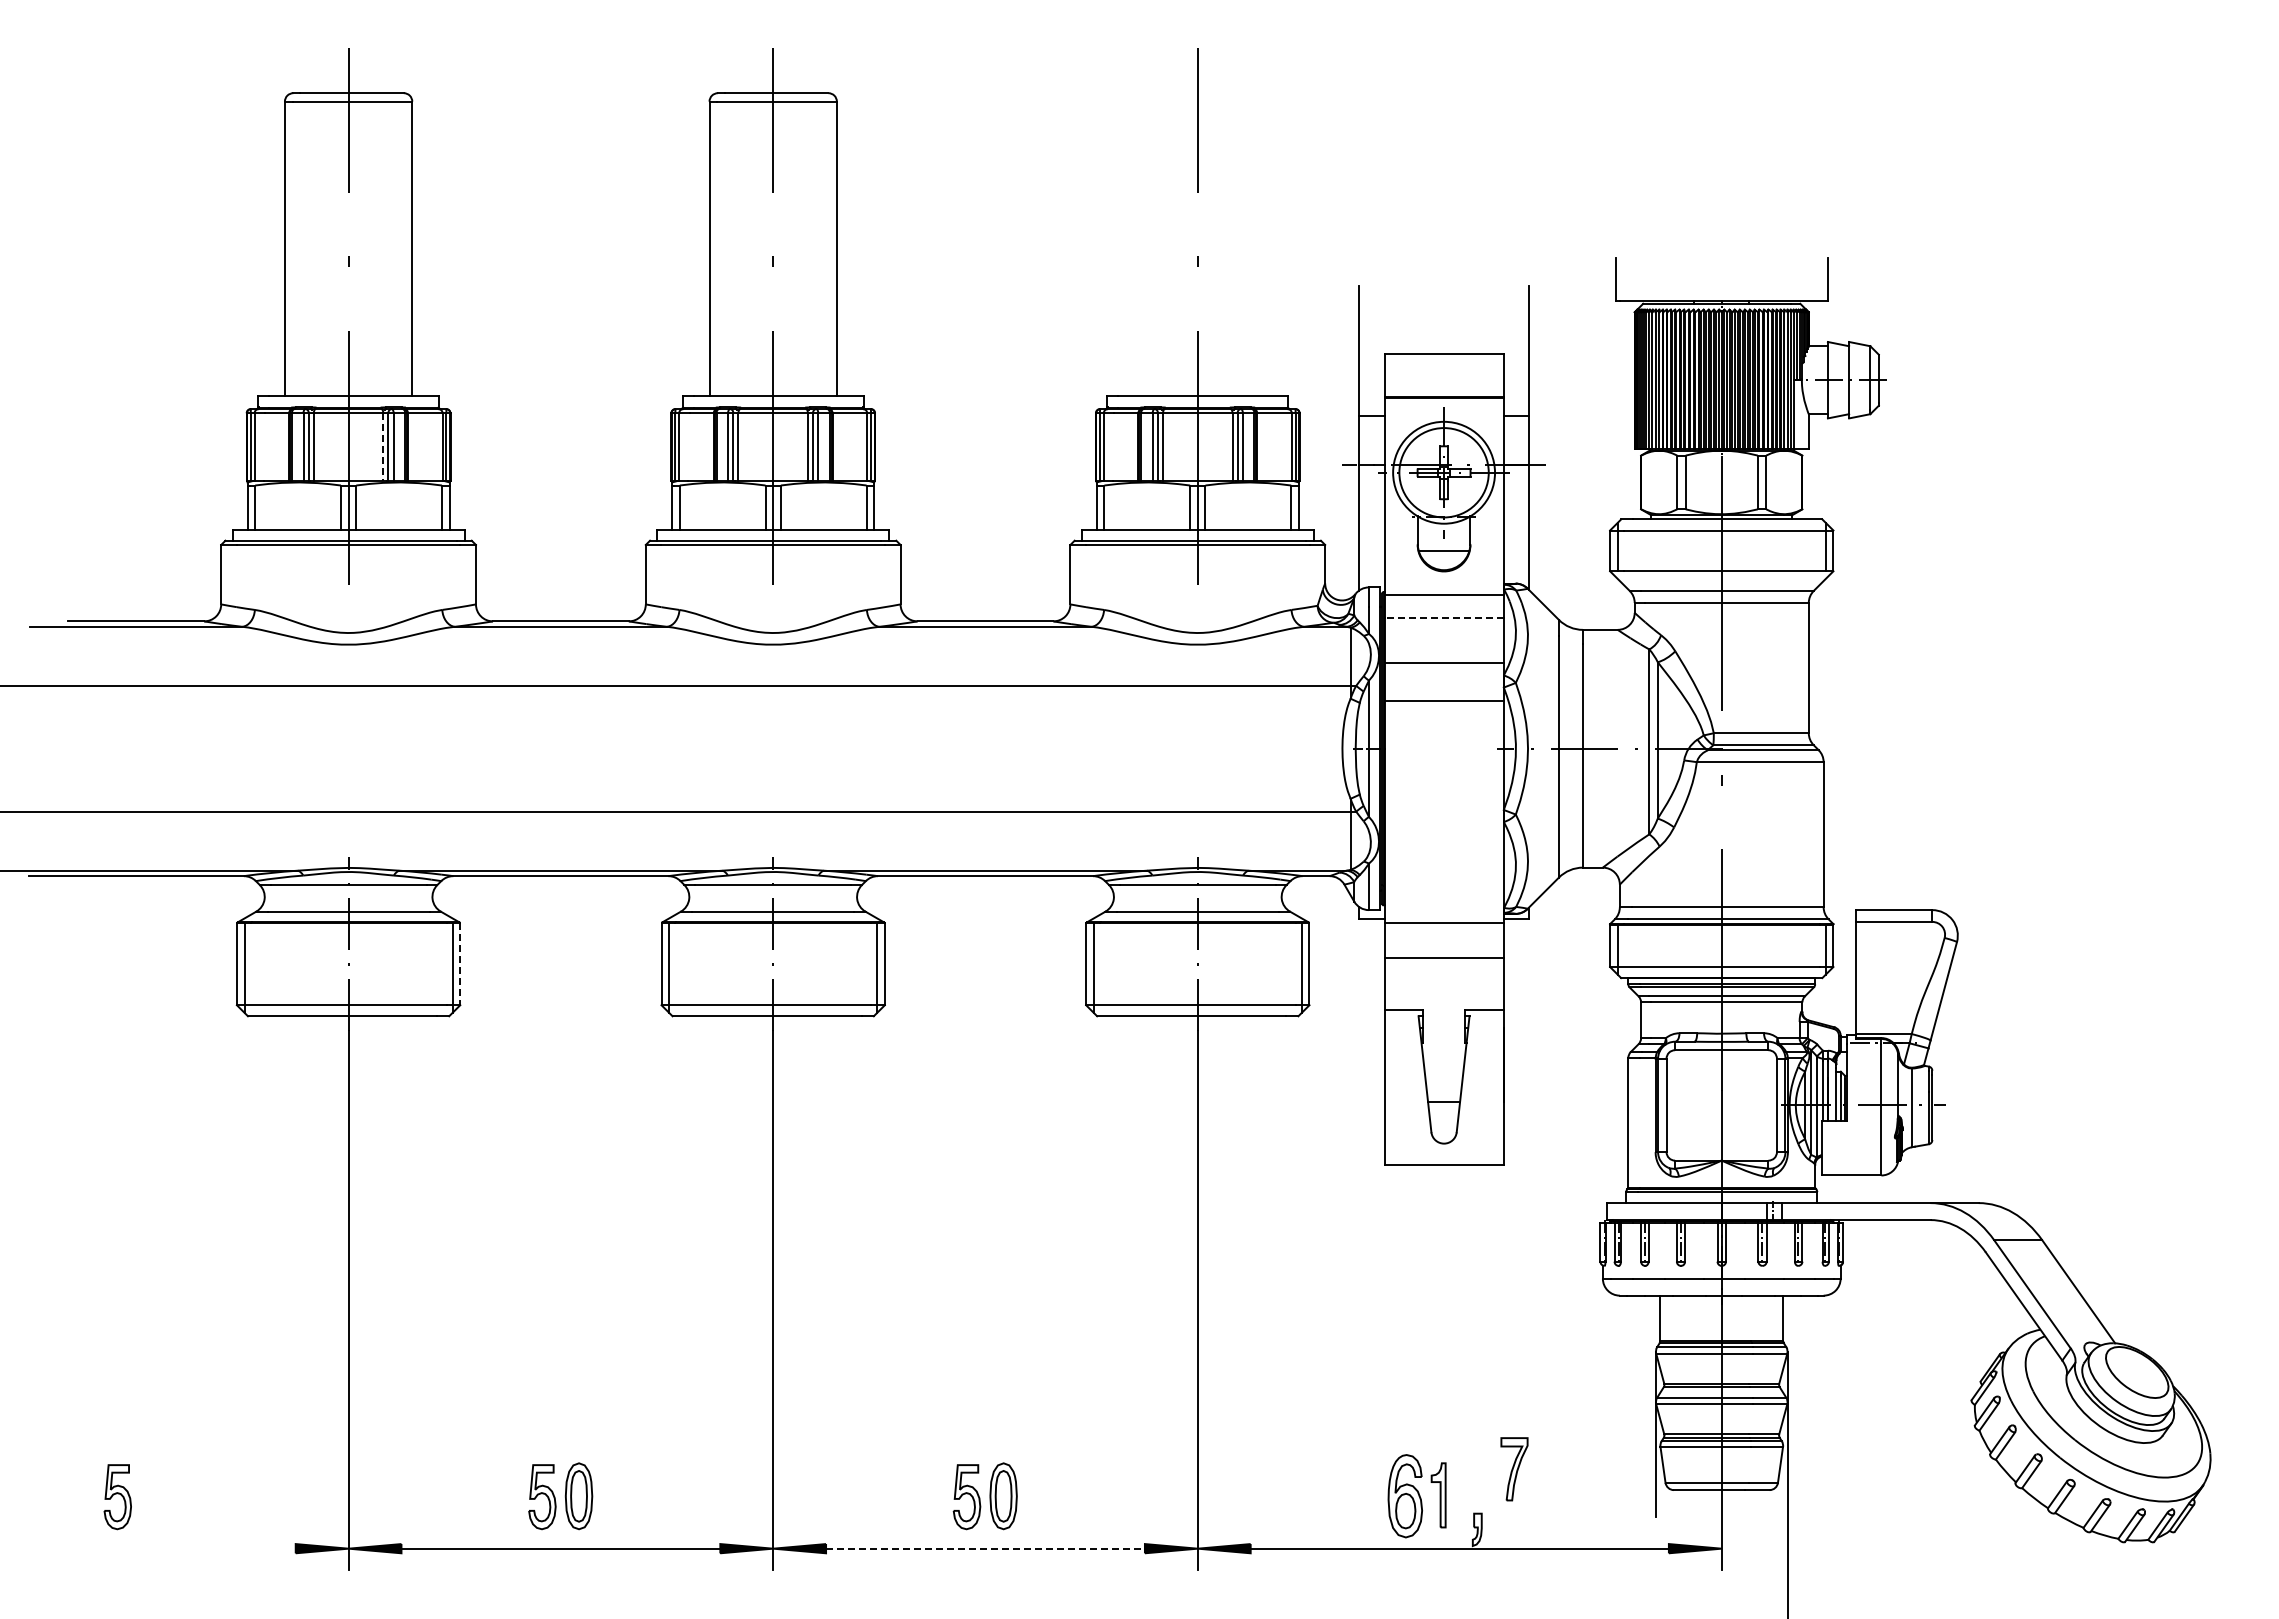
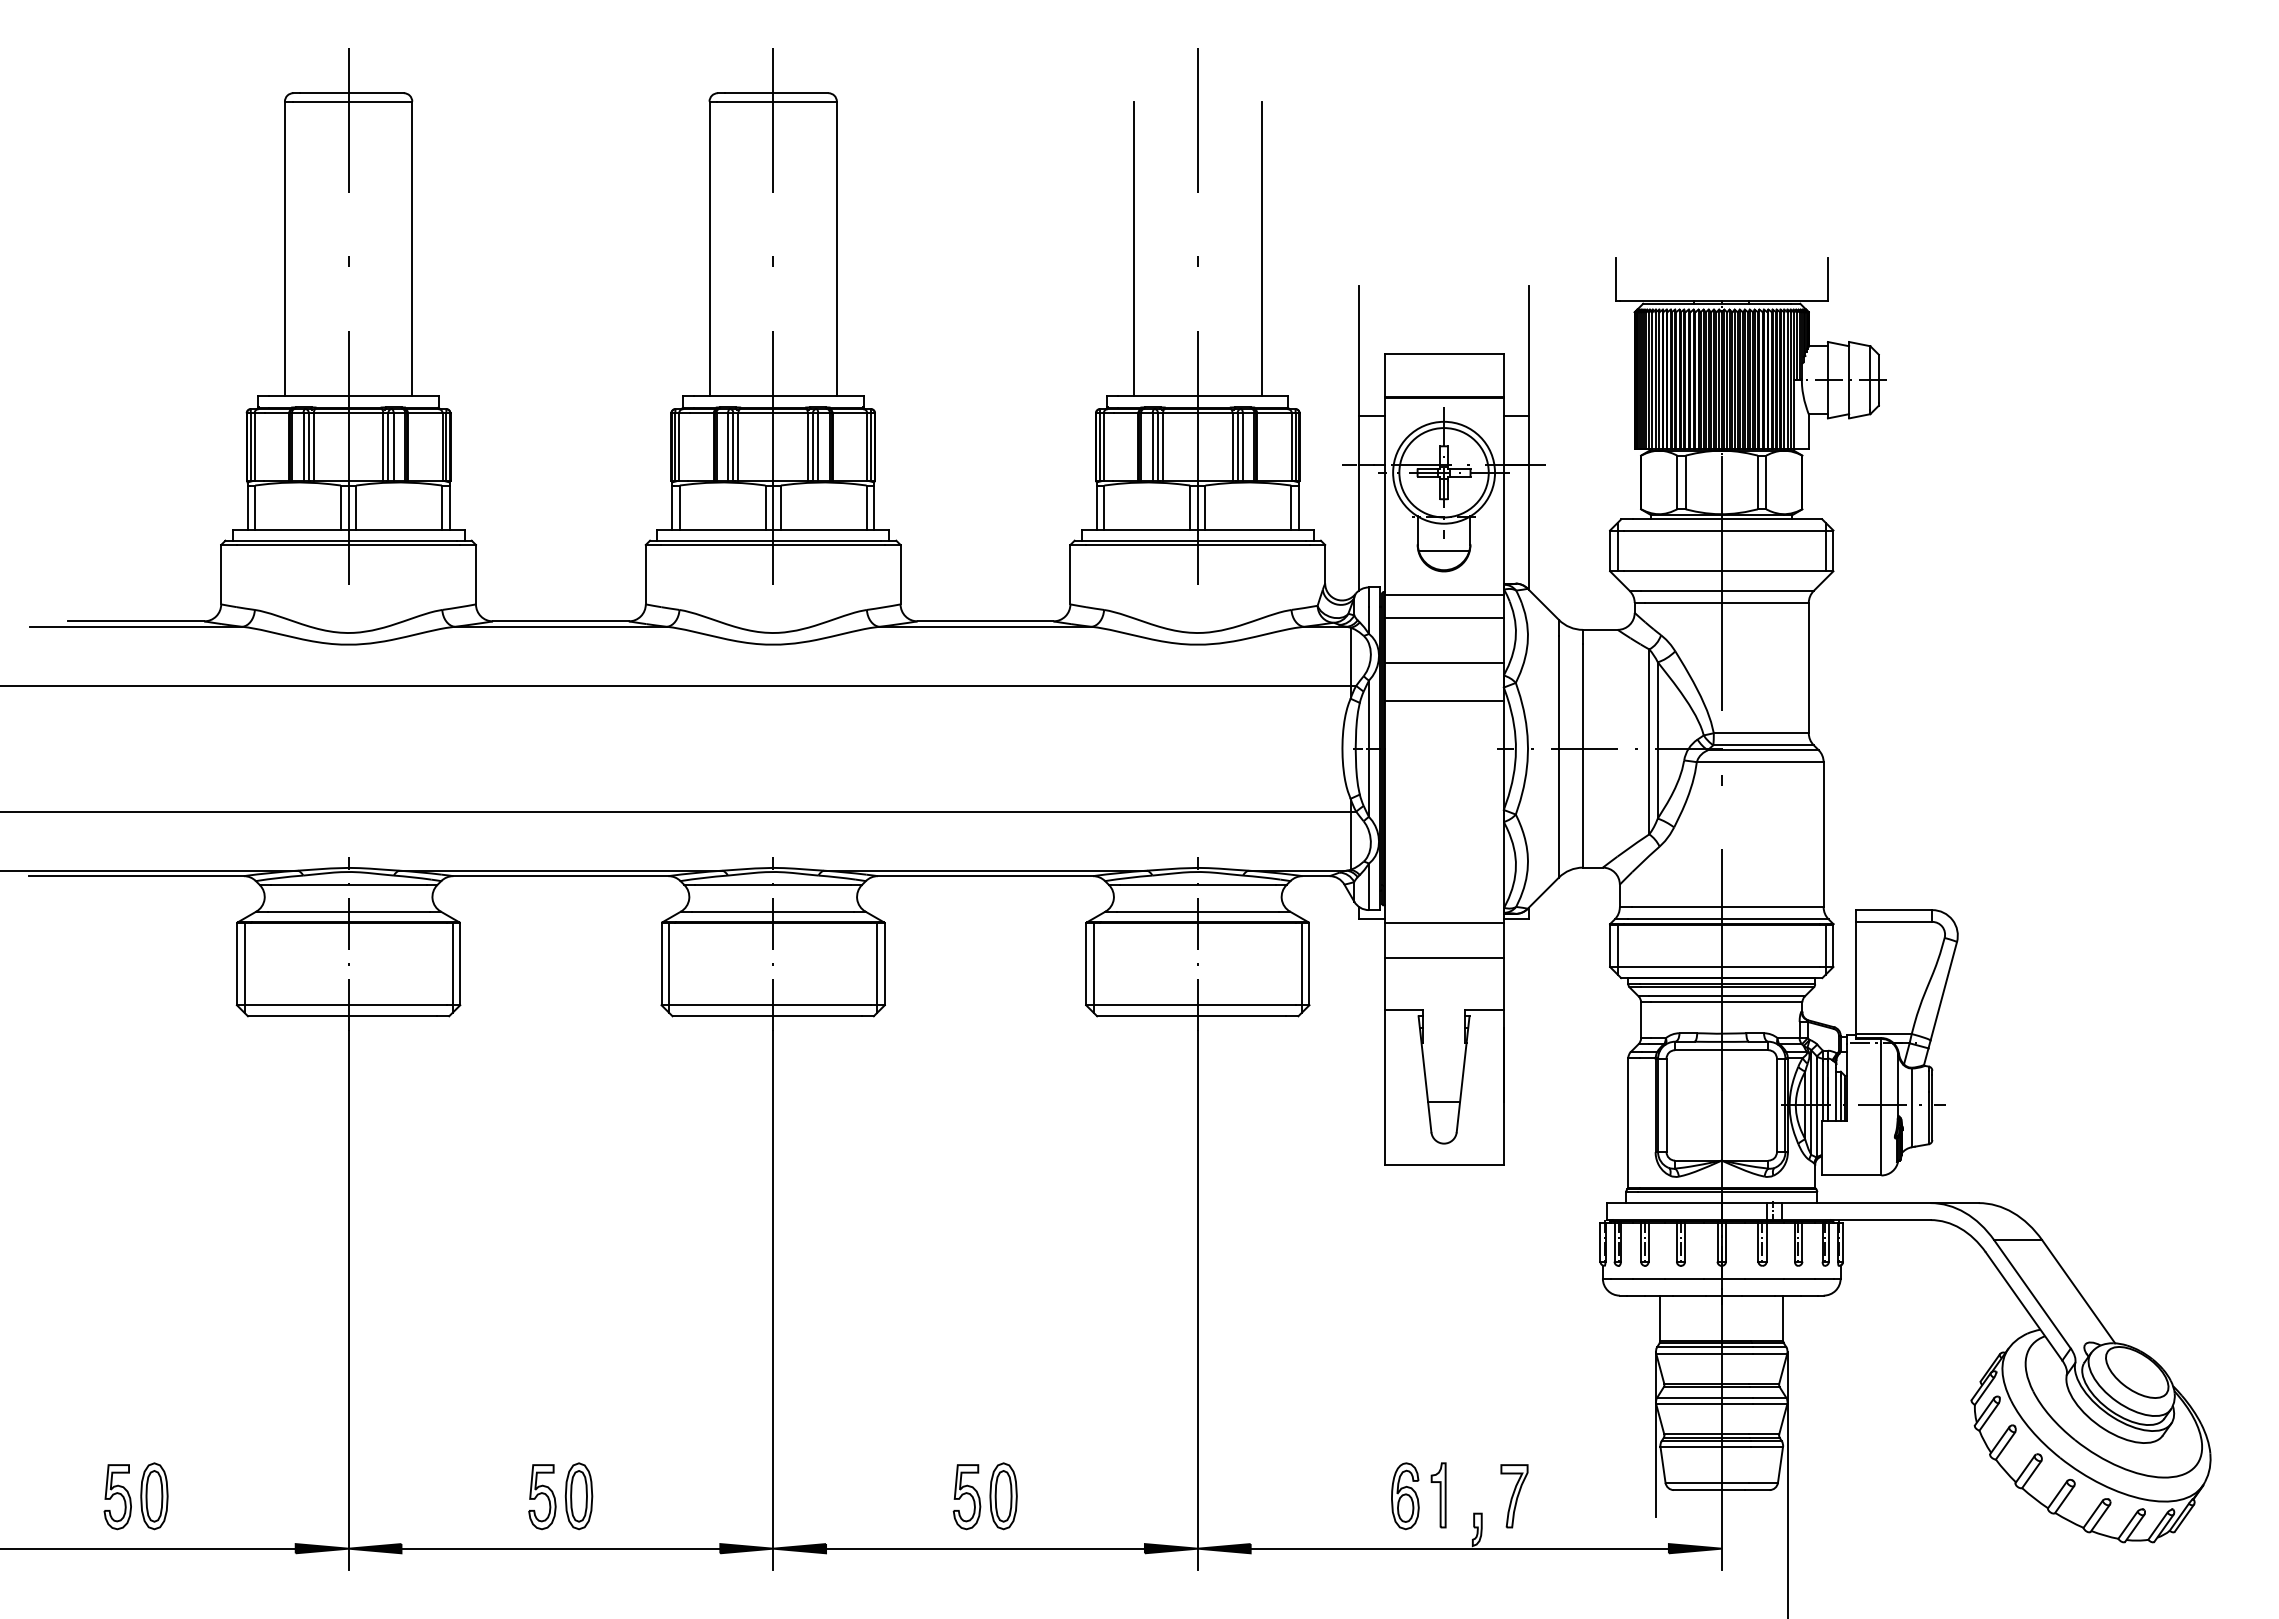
line at (1134, 248): none -> present
line at (1261, 248): none -> present
line at (383, 447): dashed -> solid
line at (1443, 617): dashed -> solid
line at (460, 964): dashed -> solid
part at (1514, 1469) position: (1514, 1469) -> (1514, 1496)
part at (154, 1496): none -> present
part at (1404, 1496) size: 36x85 px -> 29x69 px
line at (148, 1548): none -> present
line at (986, 1548): dashed -> solid
